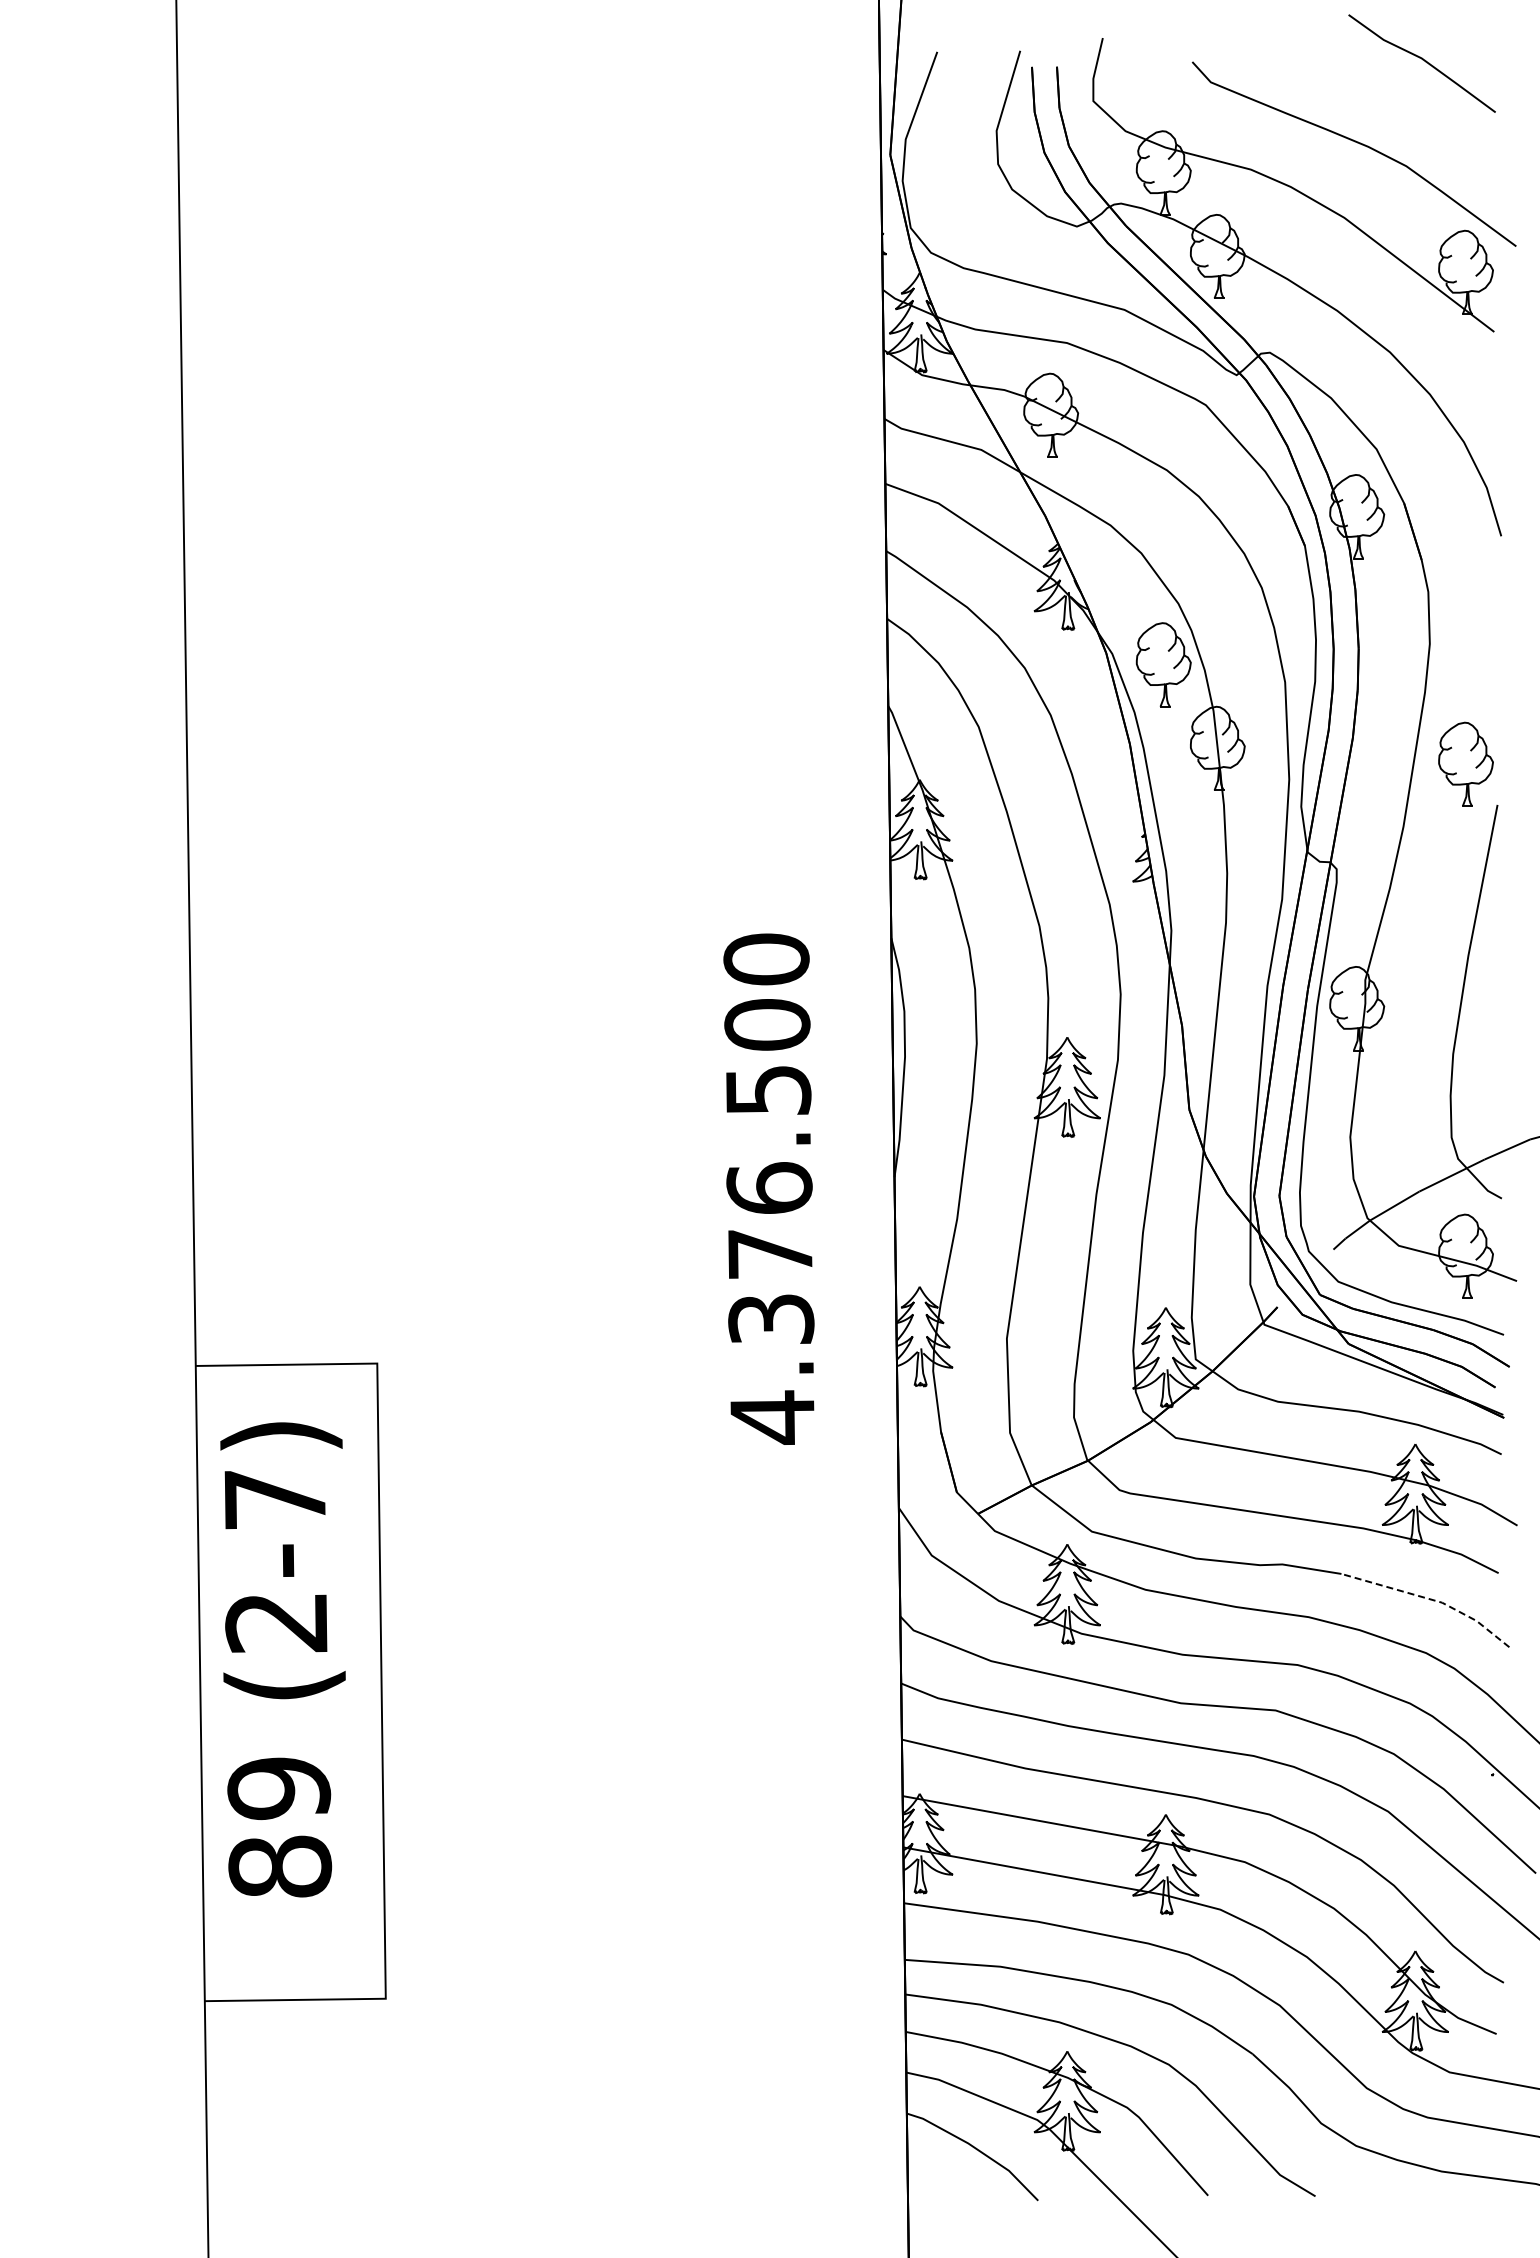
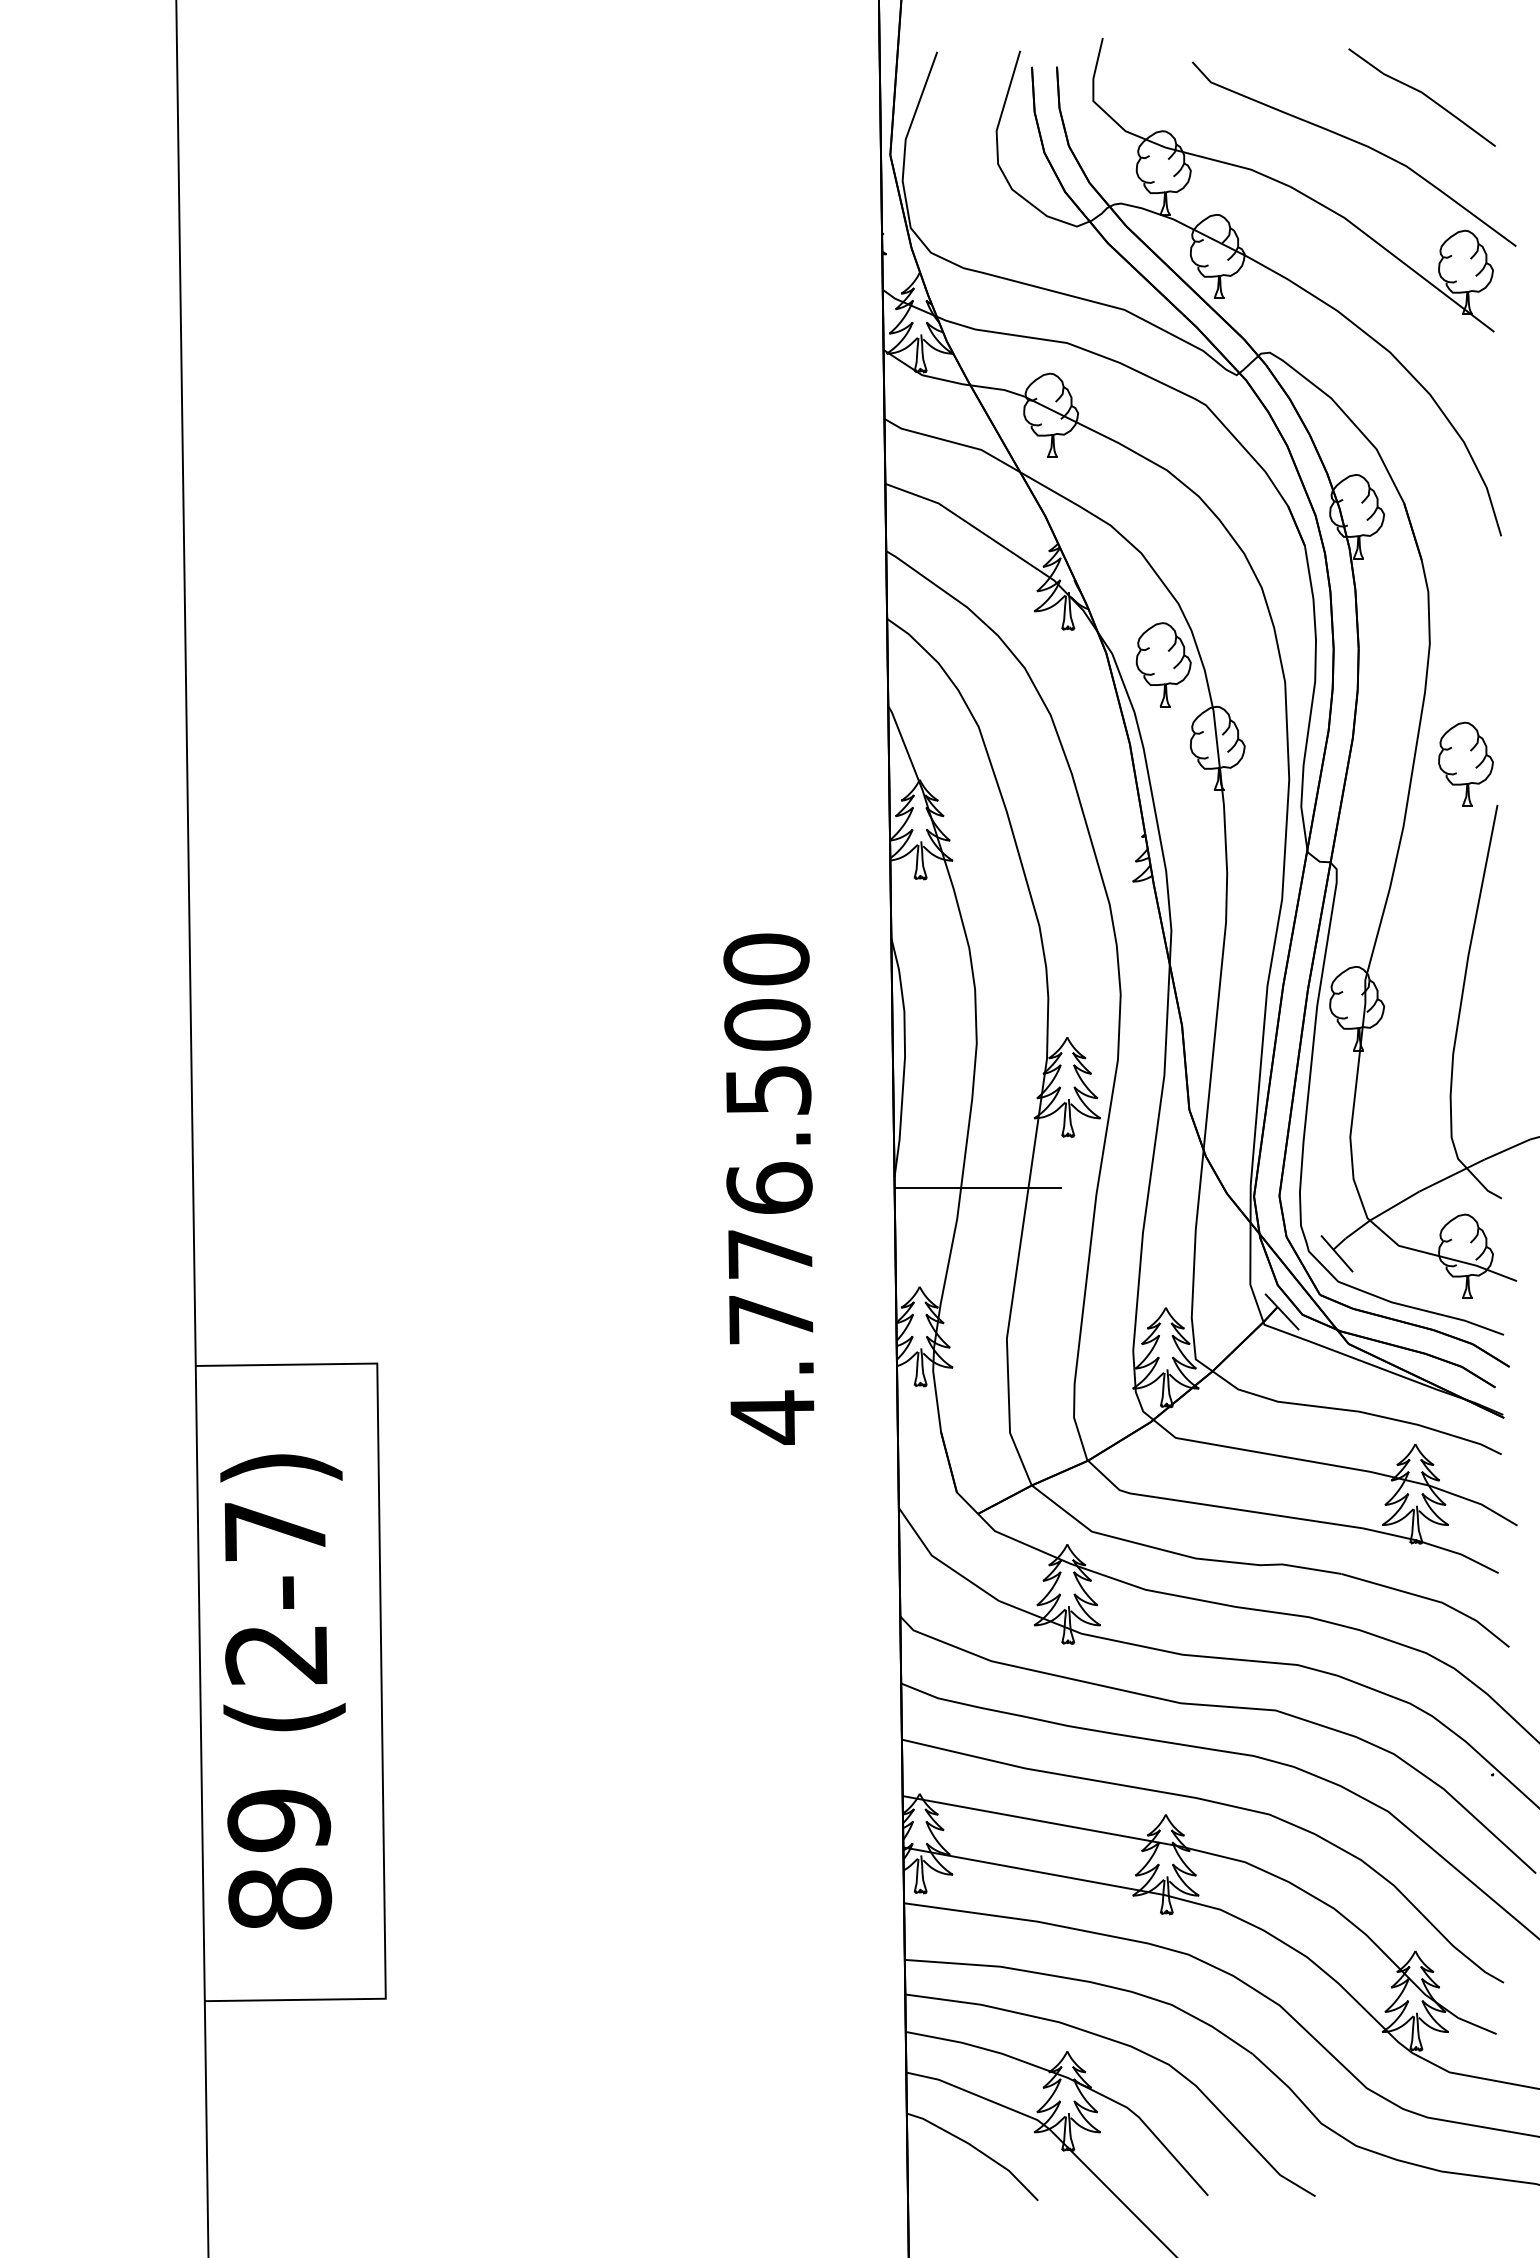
line at (1422, 60) position: (1422, 60) -> (1422, 94)
line at (977, 1188): none -> present
line at (1337, 1253): none -> present
line at (1282, 1311): none -> present
text at (771, 1319): 4.376.500 -> 4.776.500
line at (1431, 1599): dashed -> solid
text at (282, 1659) position: (282, 1659) -> (282, 1691)
